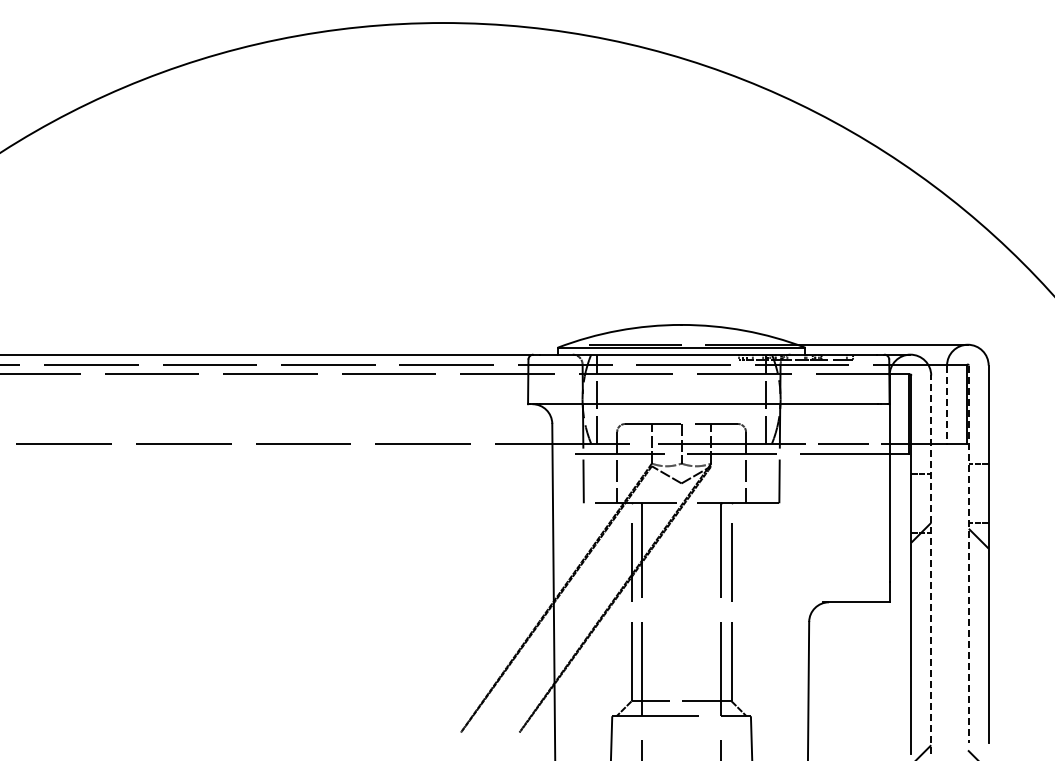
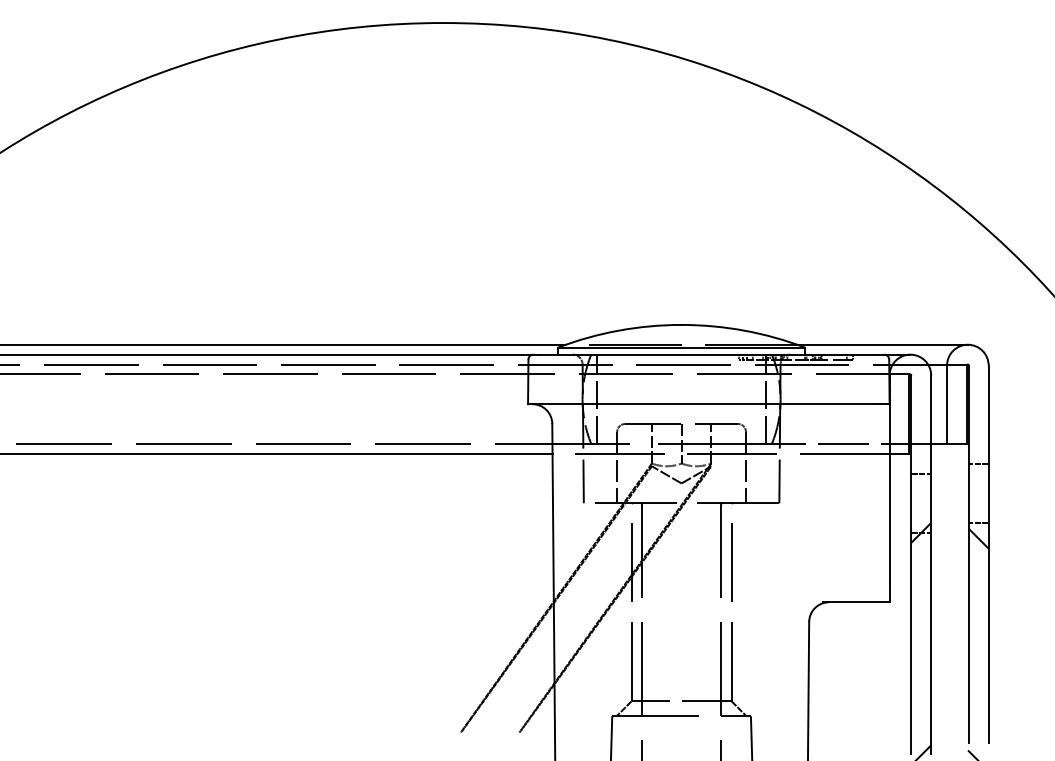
line at (283, 344): none -> present
line at (947, 405): dashed -> solid
line at (277, 453): none -> present
line at (968, 554): dashed -> solid
line at (931, 564): dashed -> solid
